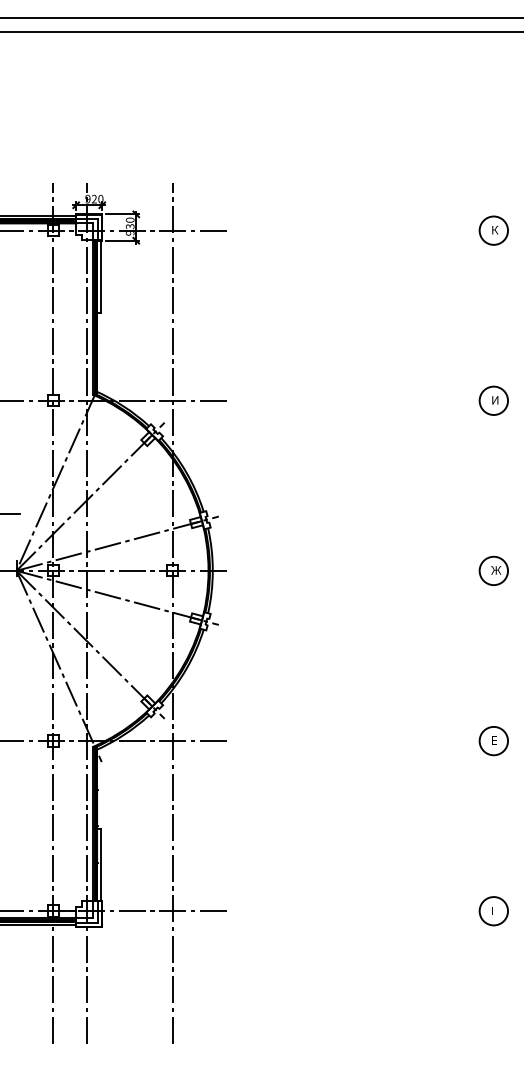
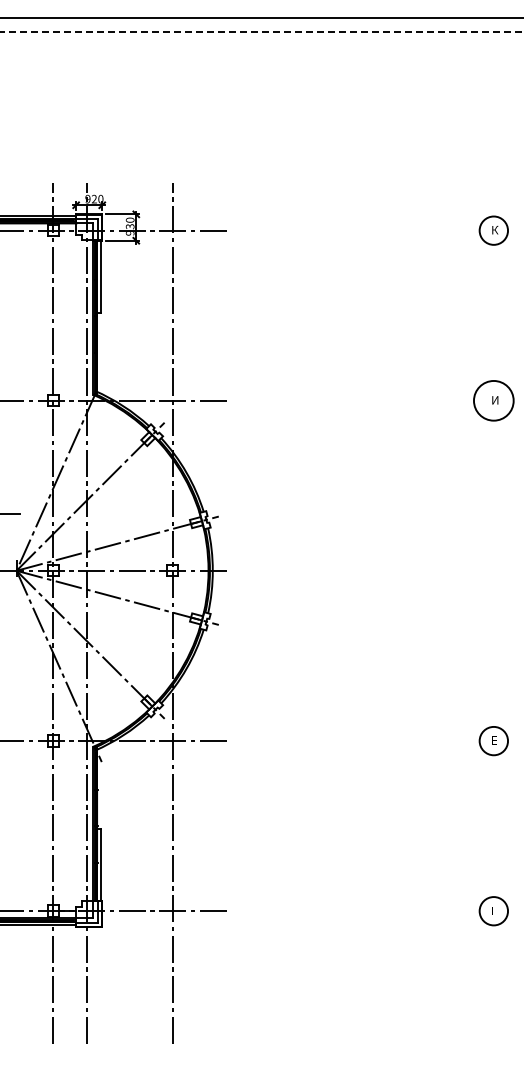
line at (261, 32): solid -> dashed
circle at (493, 400) diameter: 28 px -> 40 px
part at (493, 570): present -> none
